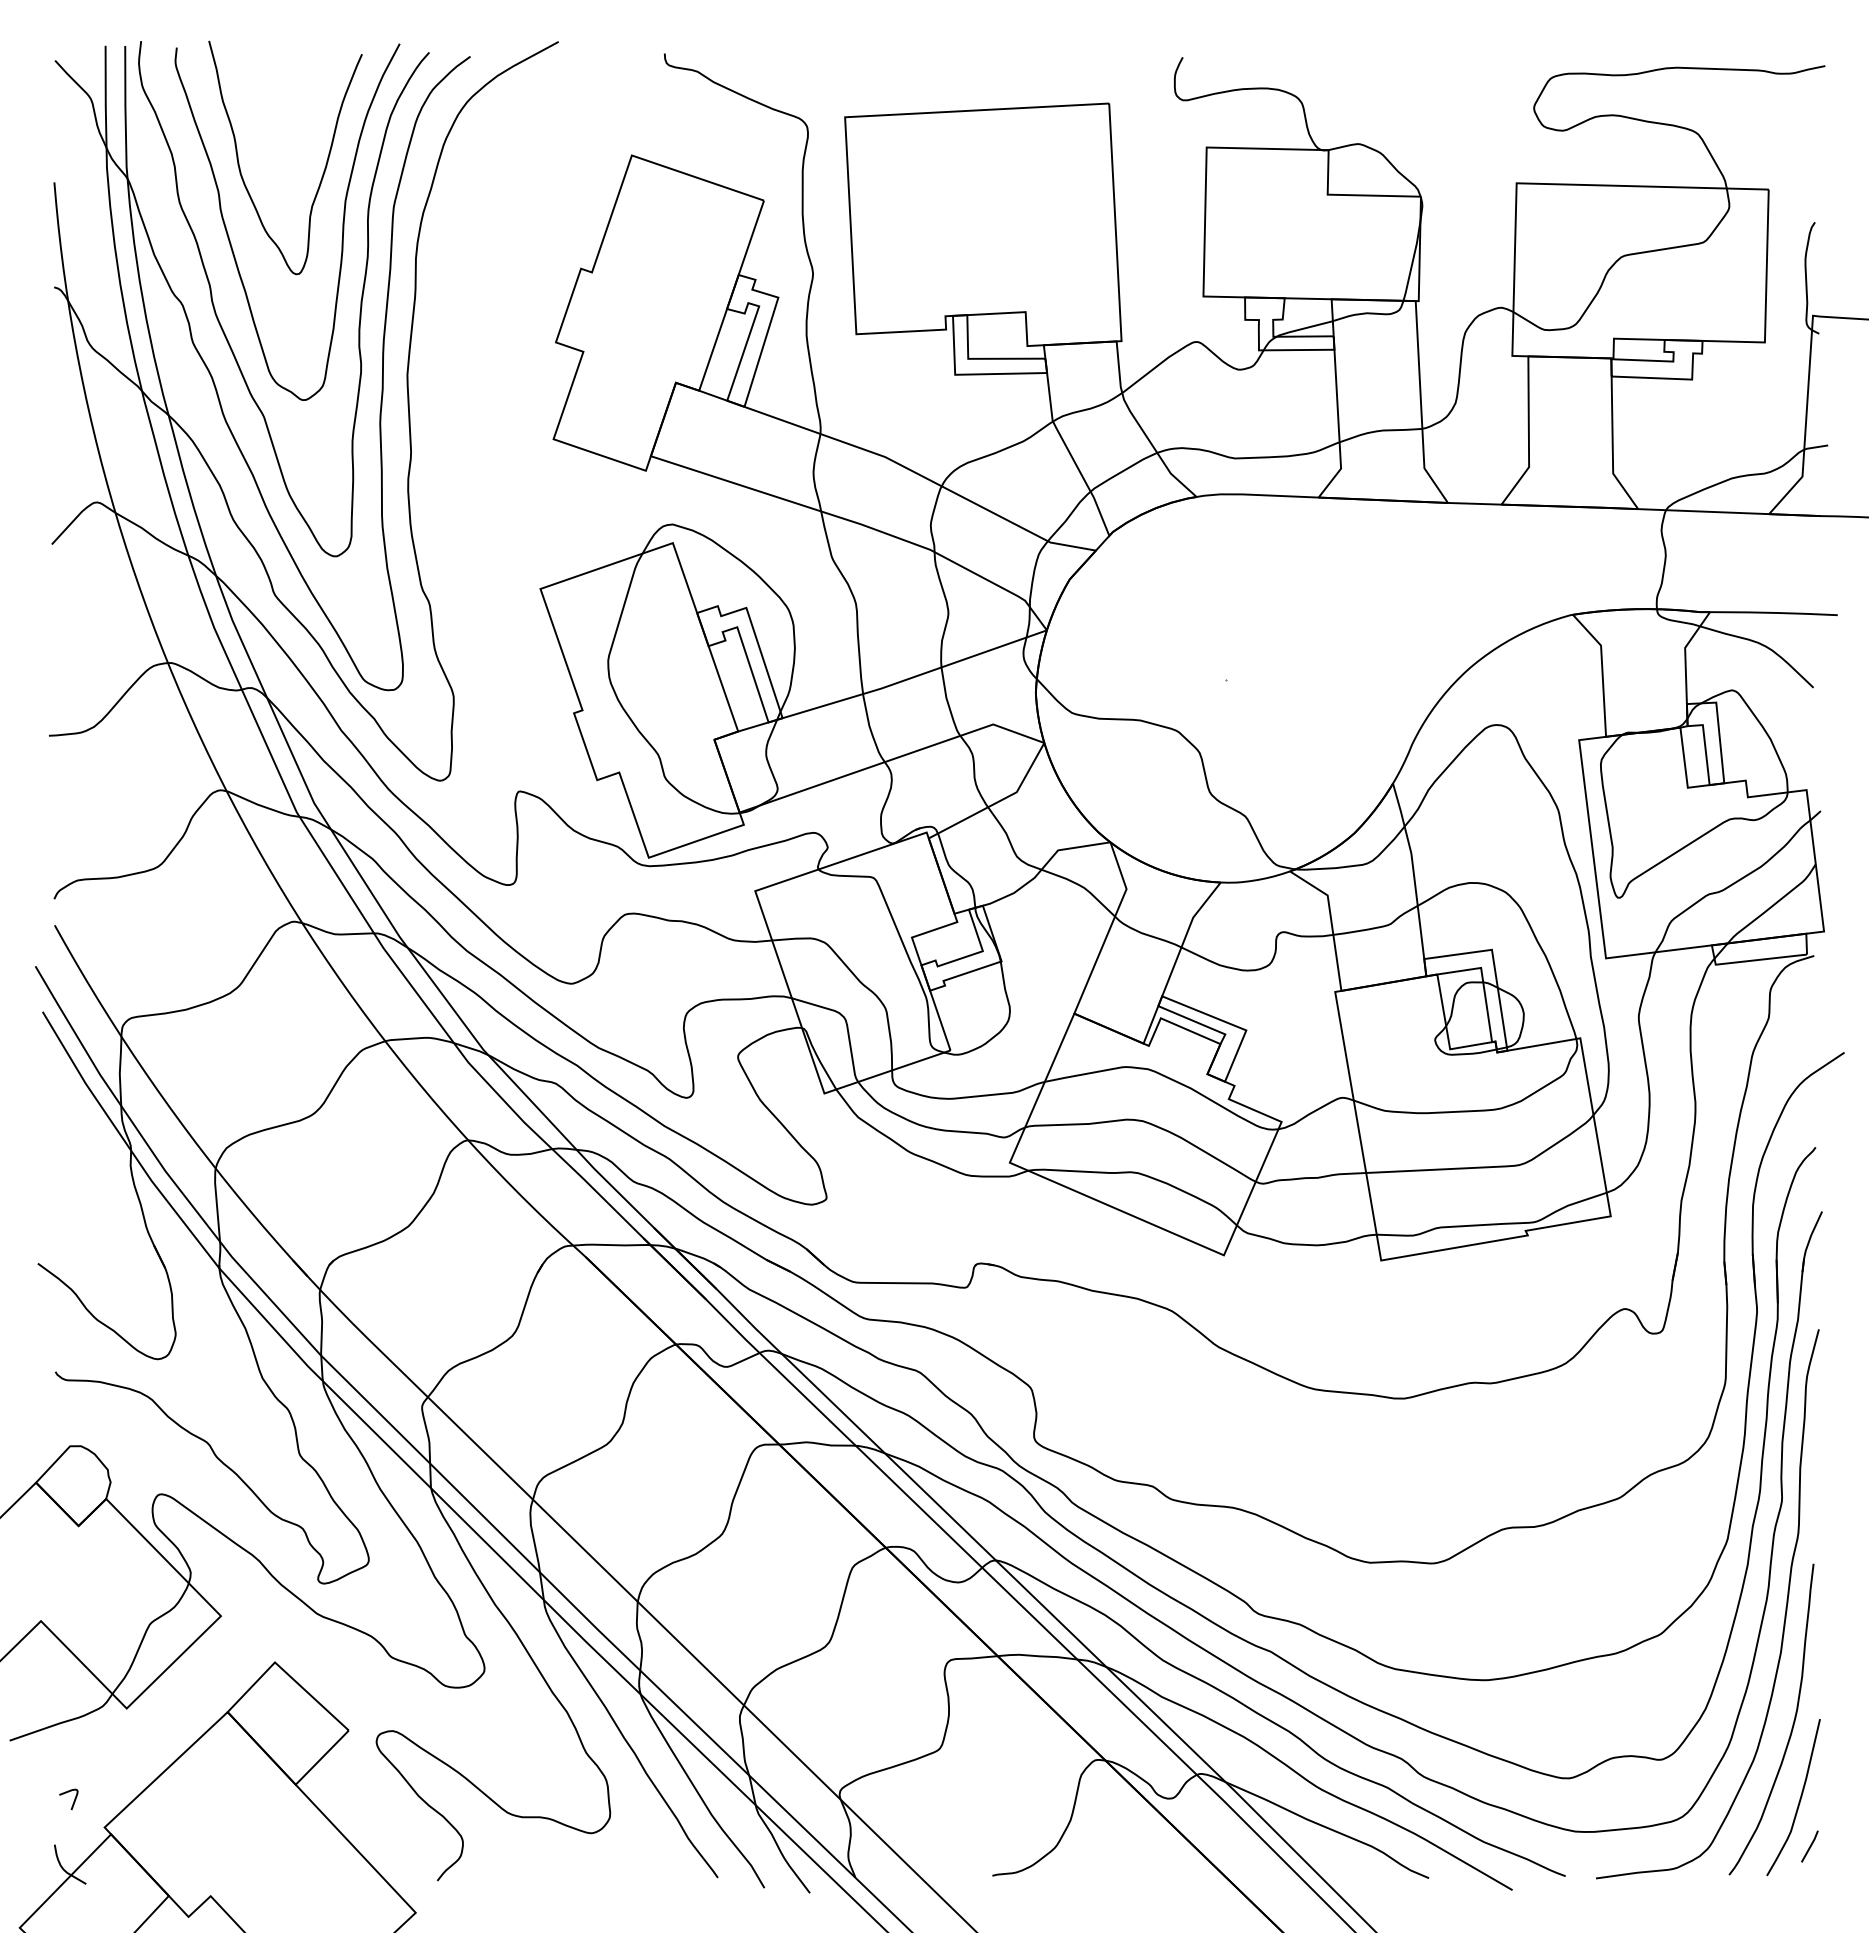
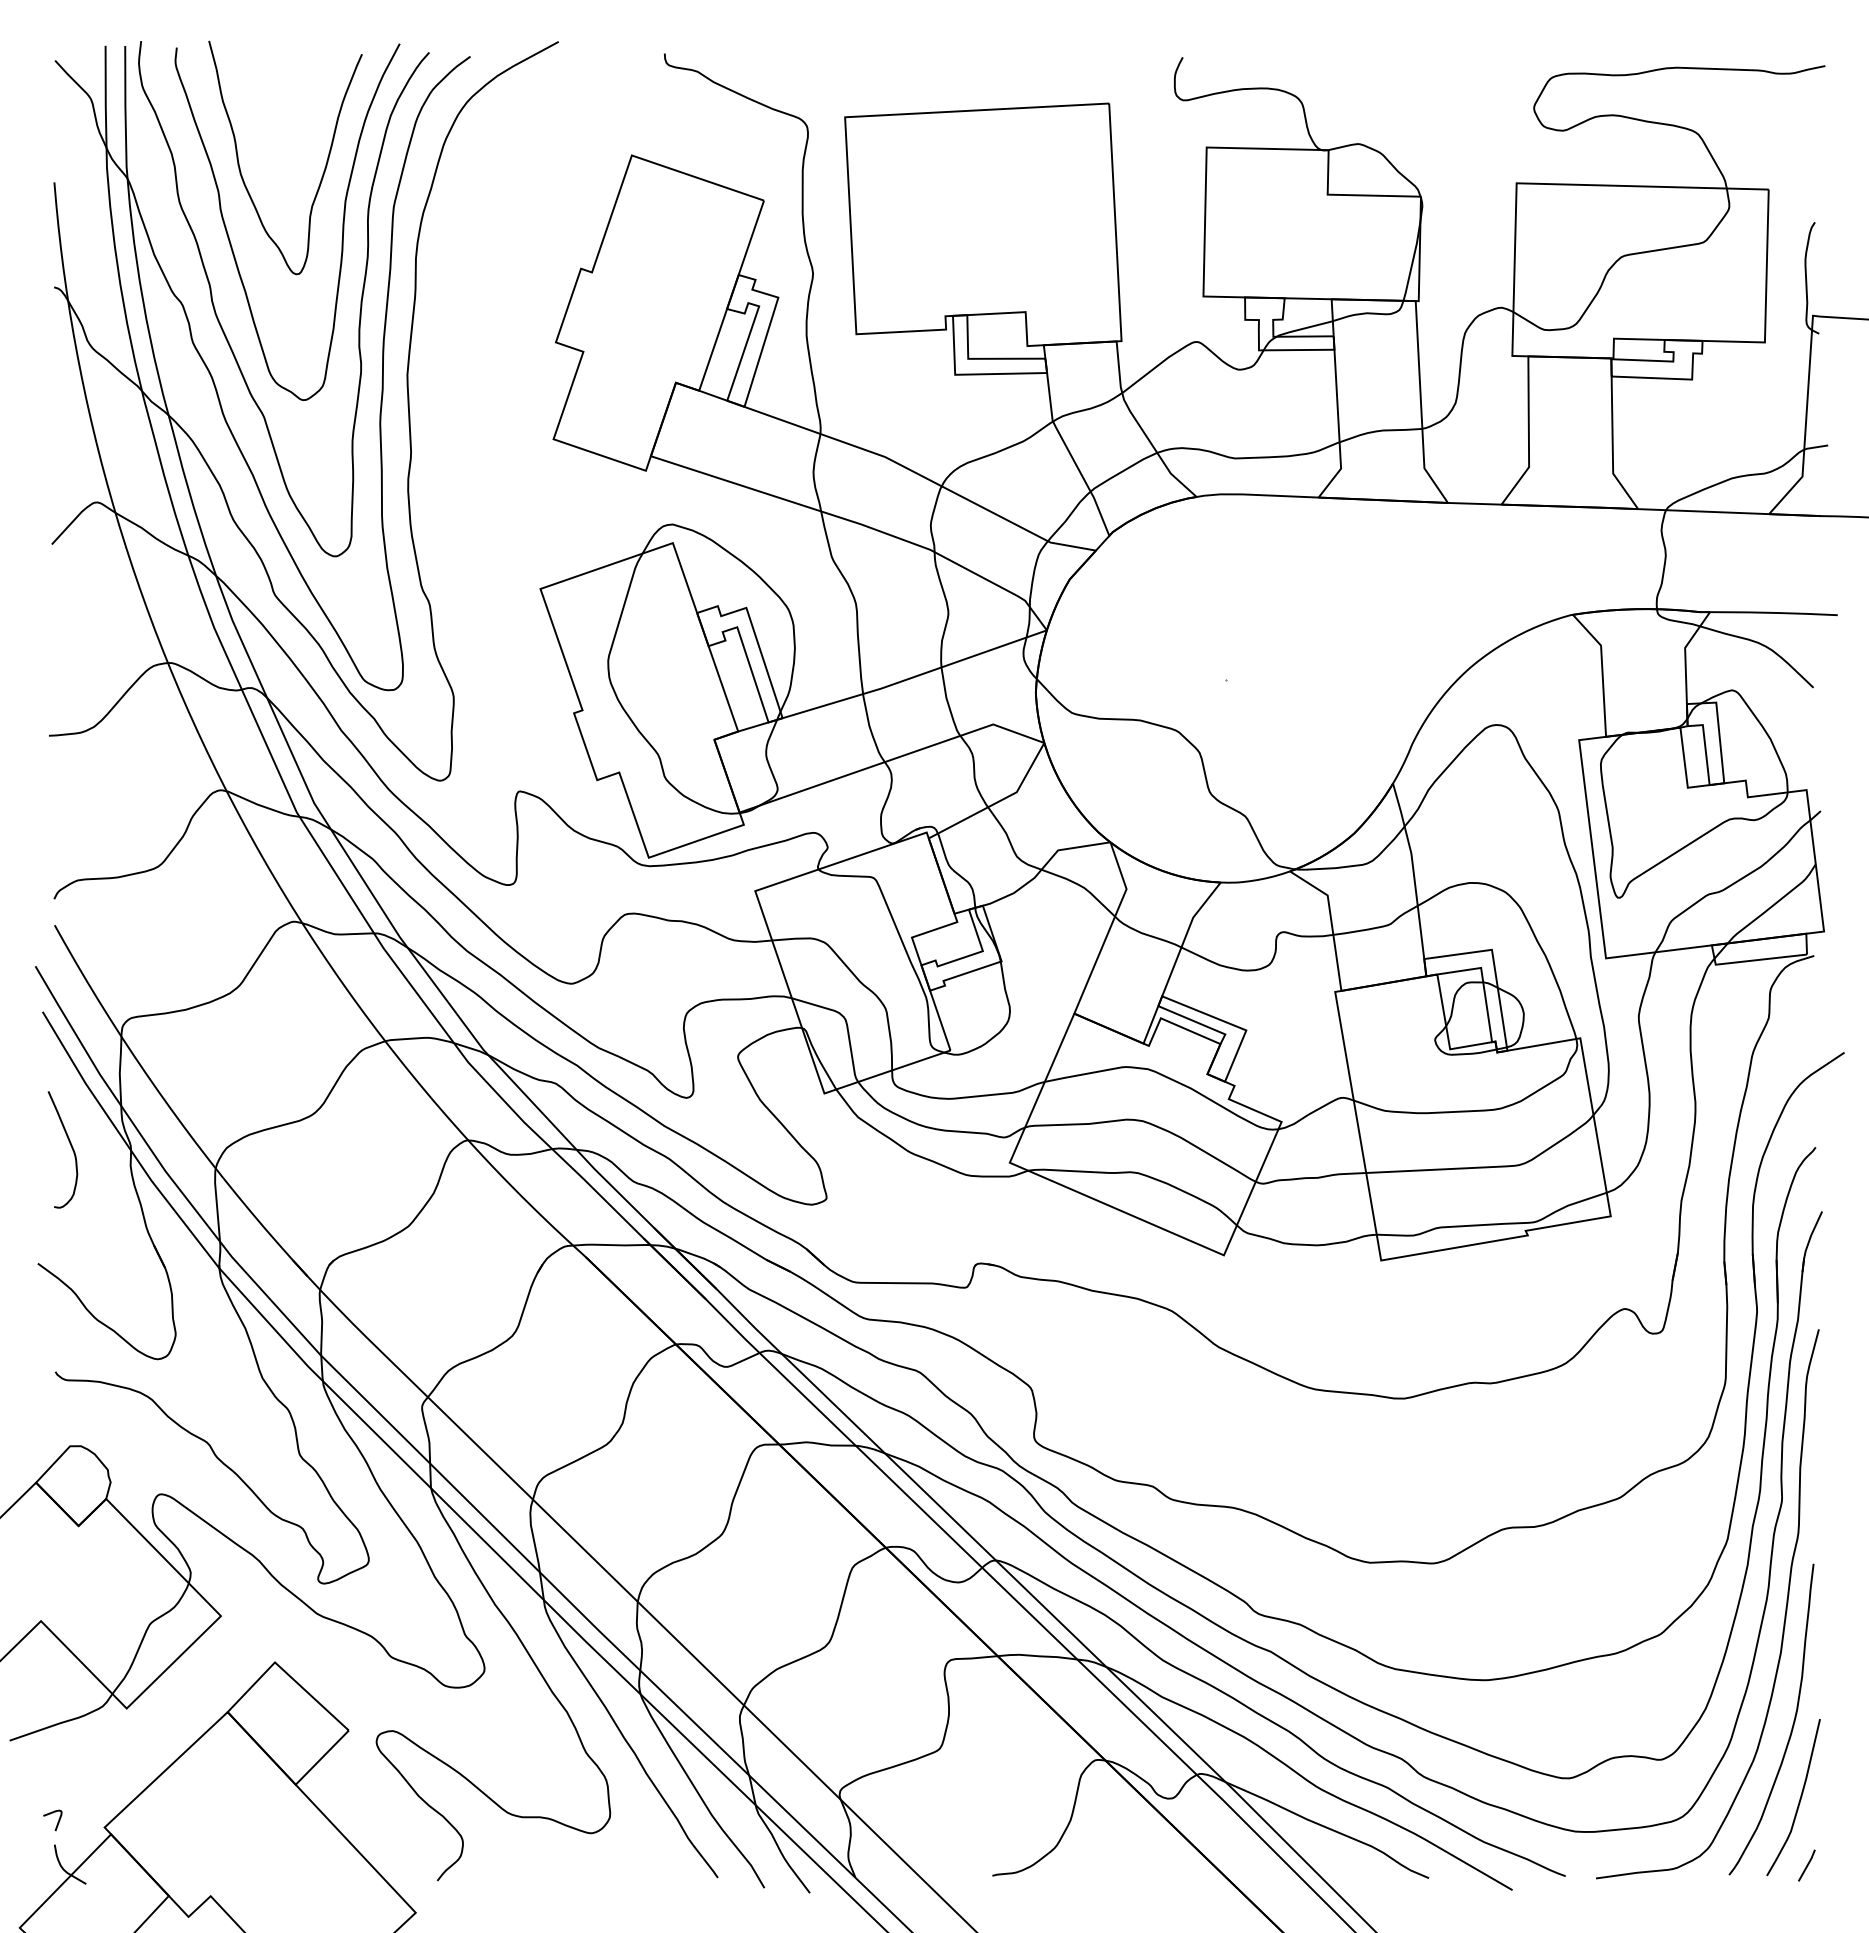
curve at (70, 1146): none -> present
curve at (73, 1801) position: (73, 1801) -> (57, 1822)
line at (1809, 1846) position: (1809, 1846) -> (1806, 1865)
